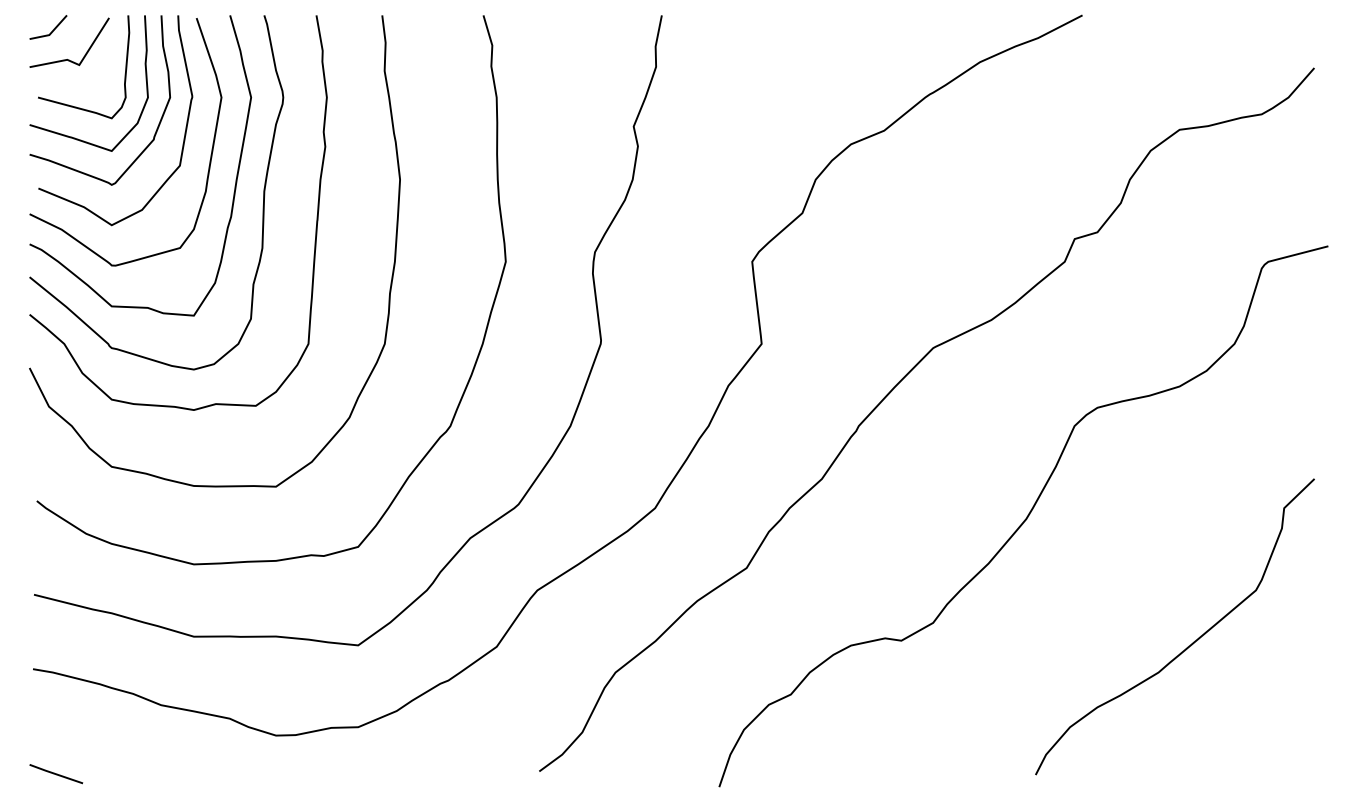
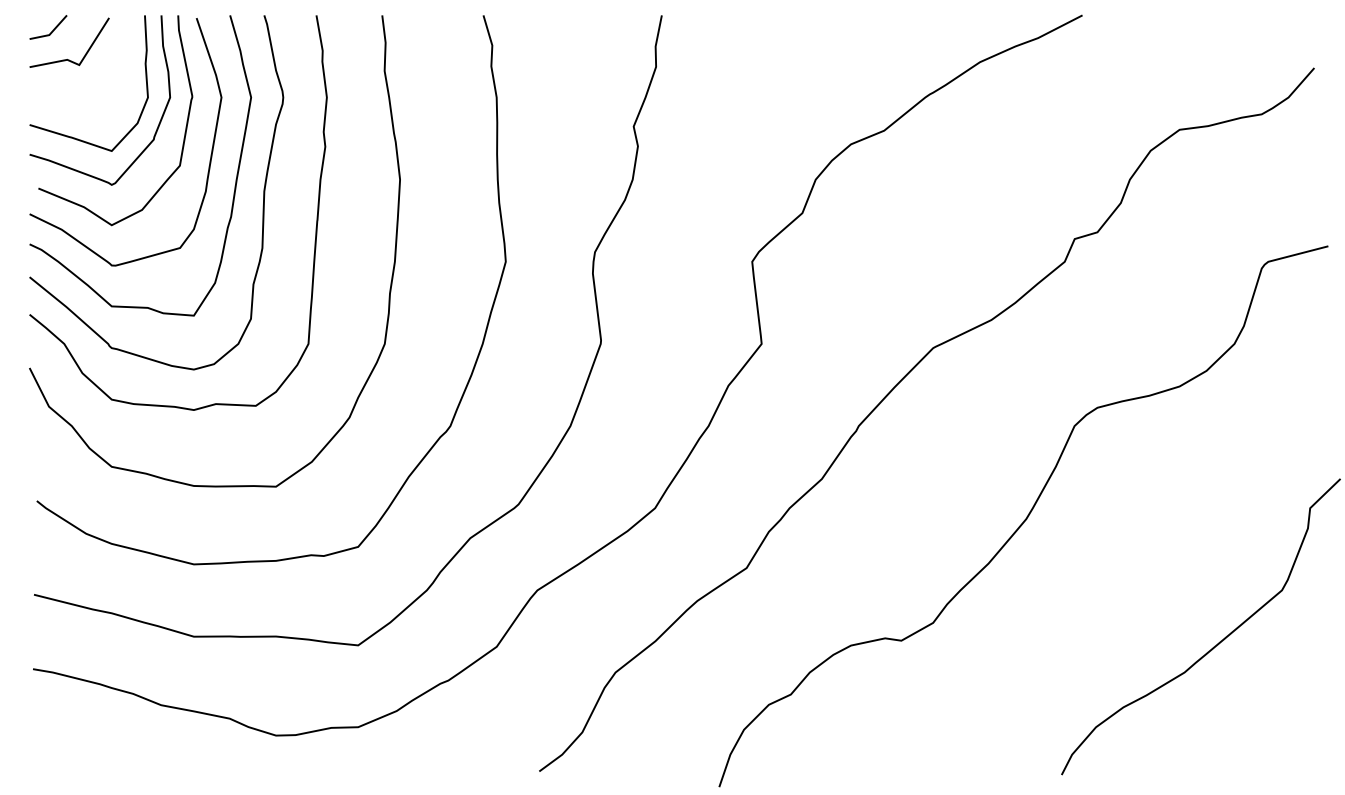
curve at (76, 106): present -> none
curve at (1187, 646) position: (1187, 646) -> (1213, 646)
line at (56, 774): present -> none
